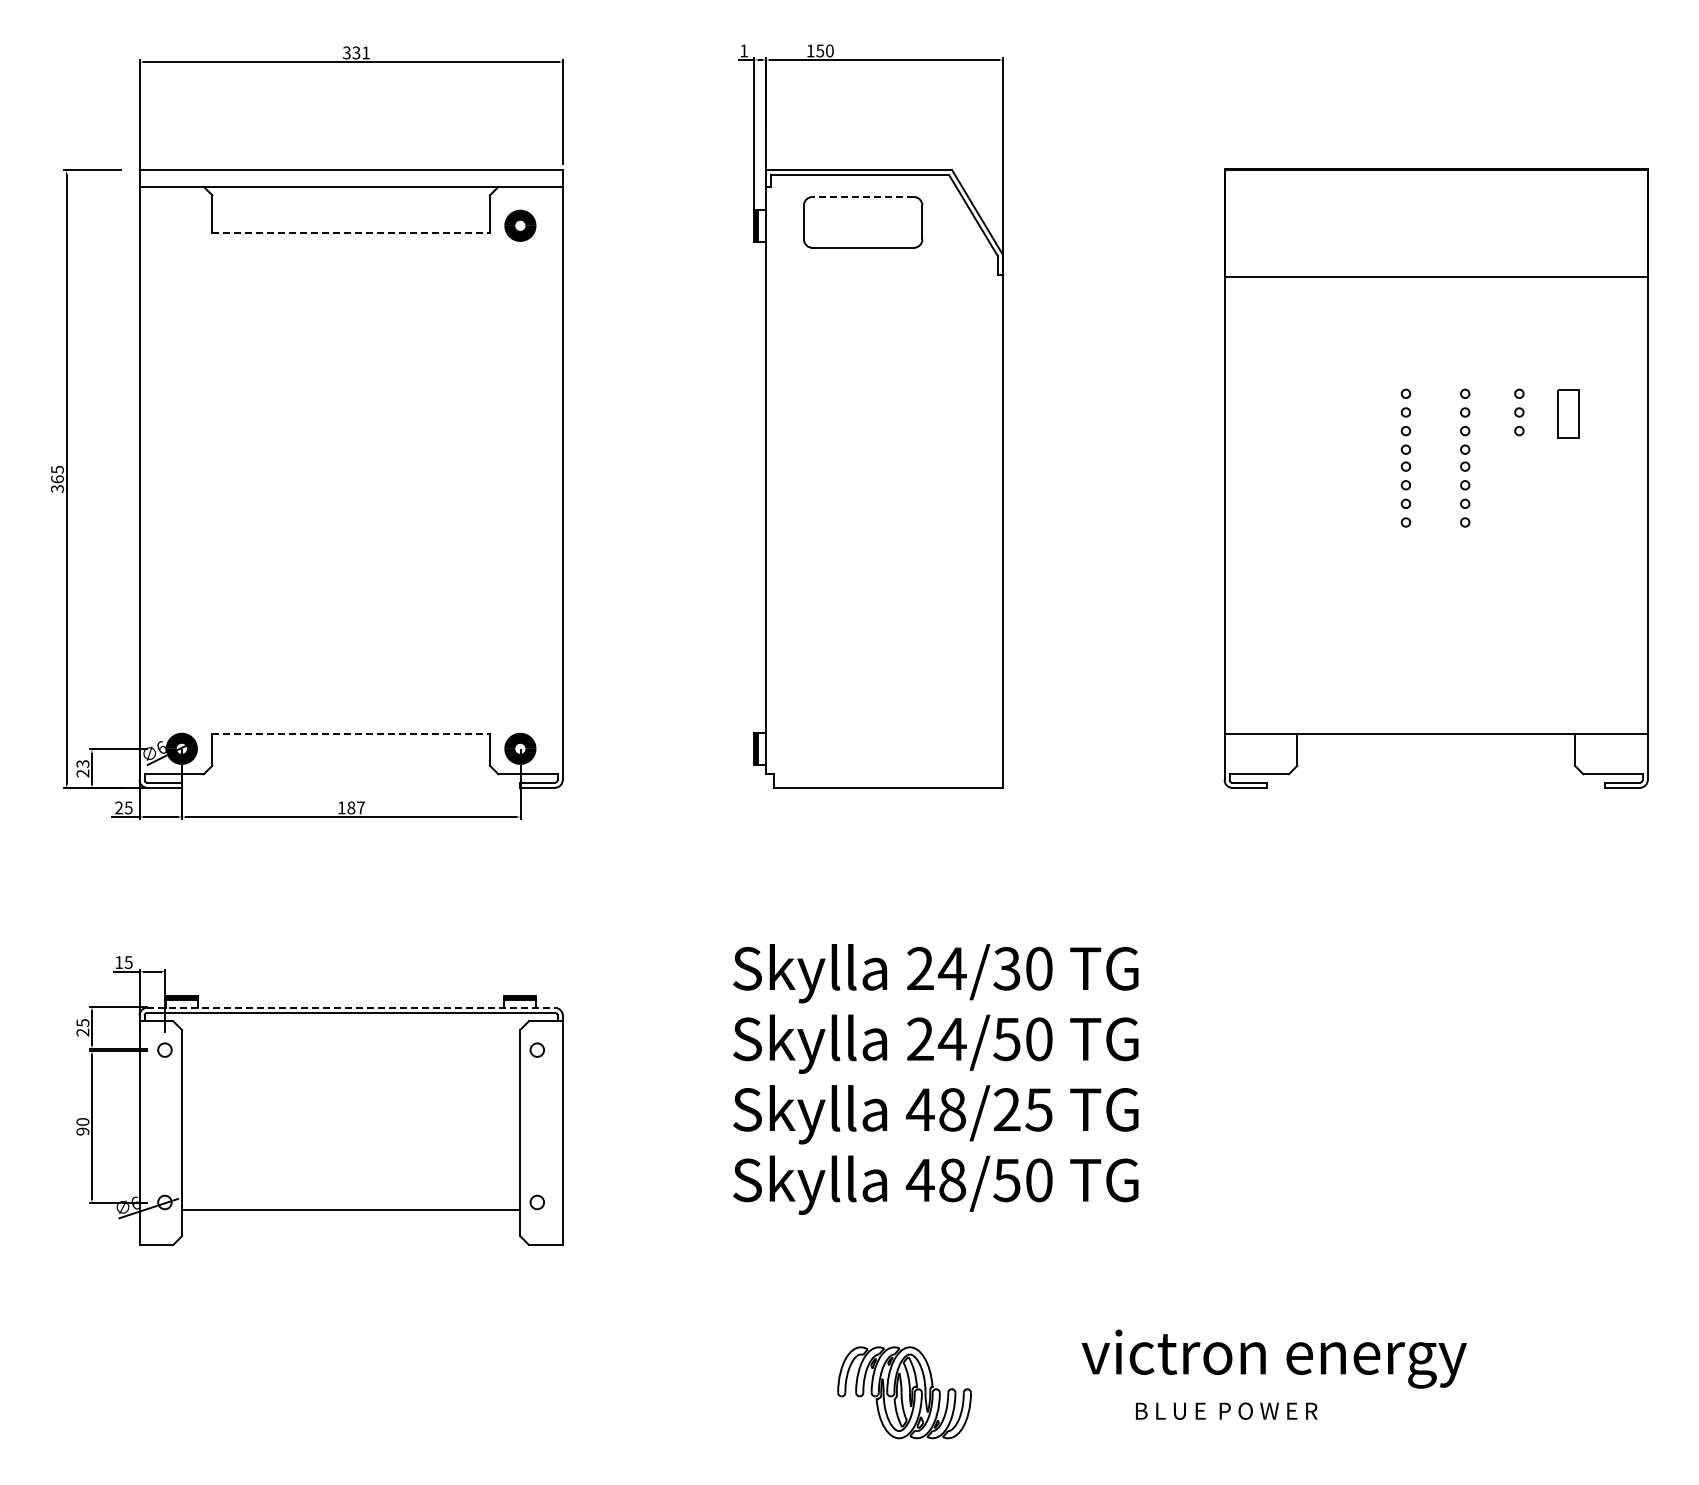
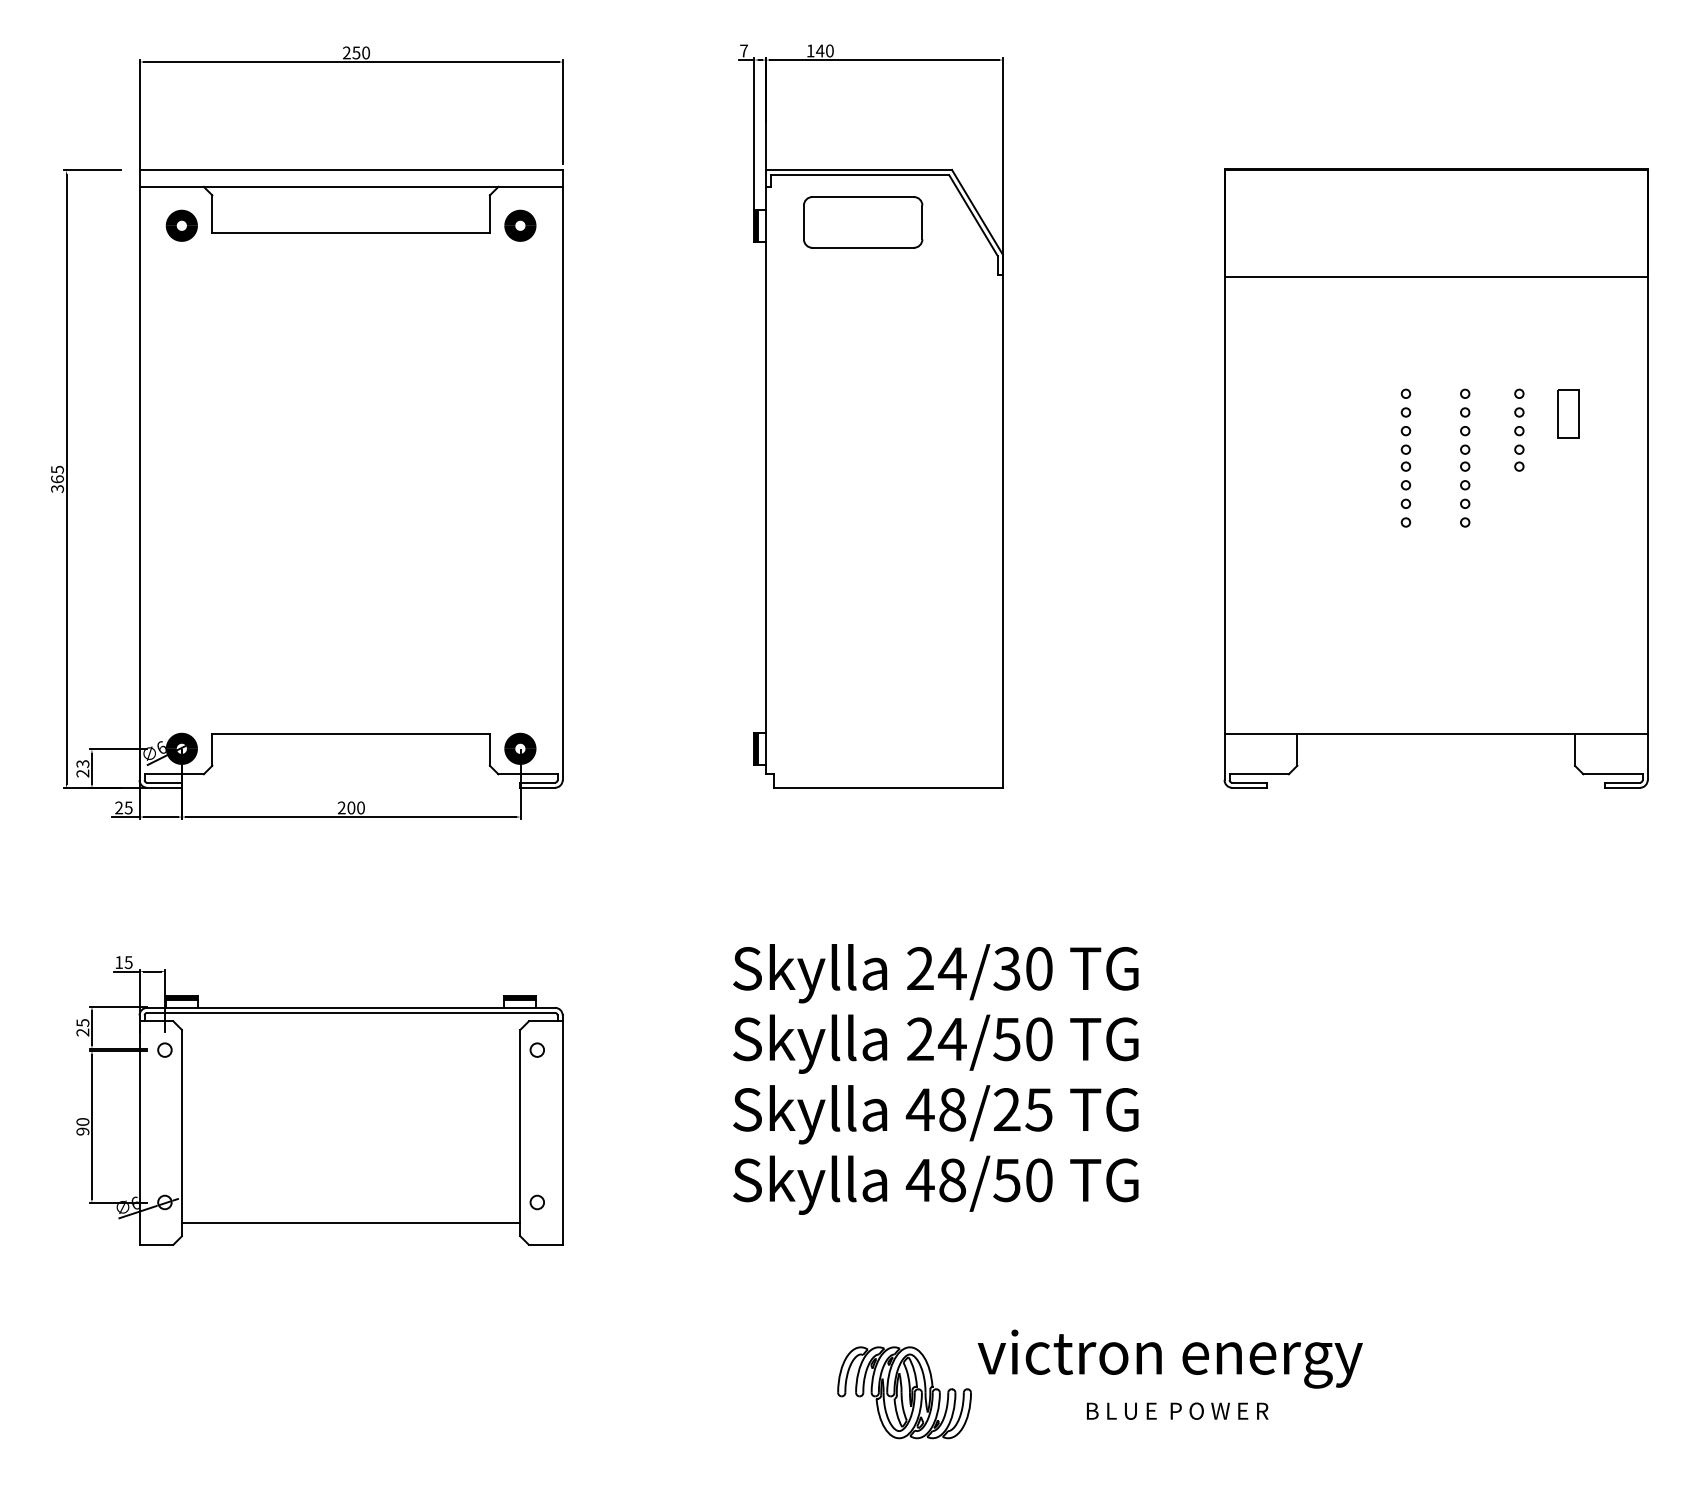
text at (744, 50): 1 -> 7
text at (819, 50): 150 -> 140
text at (355, 52): 331 -> 250
line at (863, 197): dashed -> solid
part at (181, 225): none -> present
line at (351, 232): dashed -> solid
part at (1519, 457): none -> present
line at (351, 734): dashed -> solid
text at (350, 807): 187 -> 200
line at (351, 1007): dashed -> solid
line at (350, 1209) position: (350, 1209) -> (350, 1222)
text at (1273, 1358) position: (1273, 1358) -> (1169, 1358)
text at (1226, 1410) position: (1226, 1410) -> (1177, 1410)
